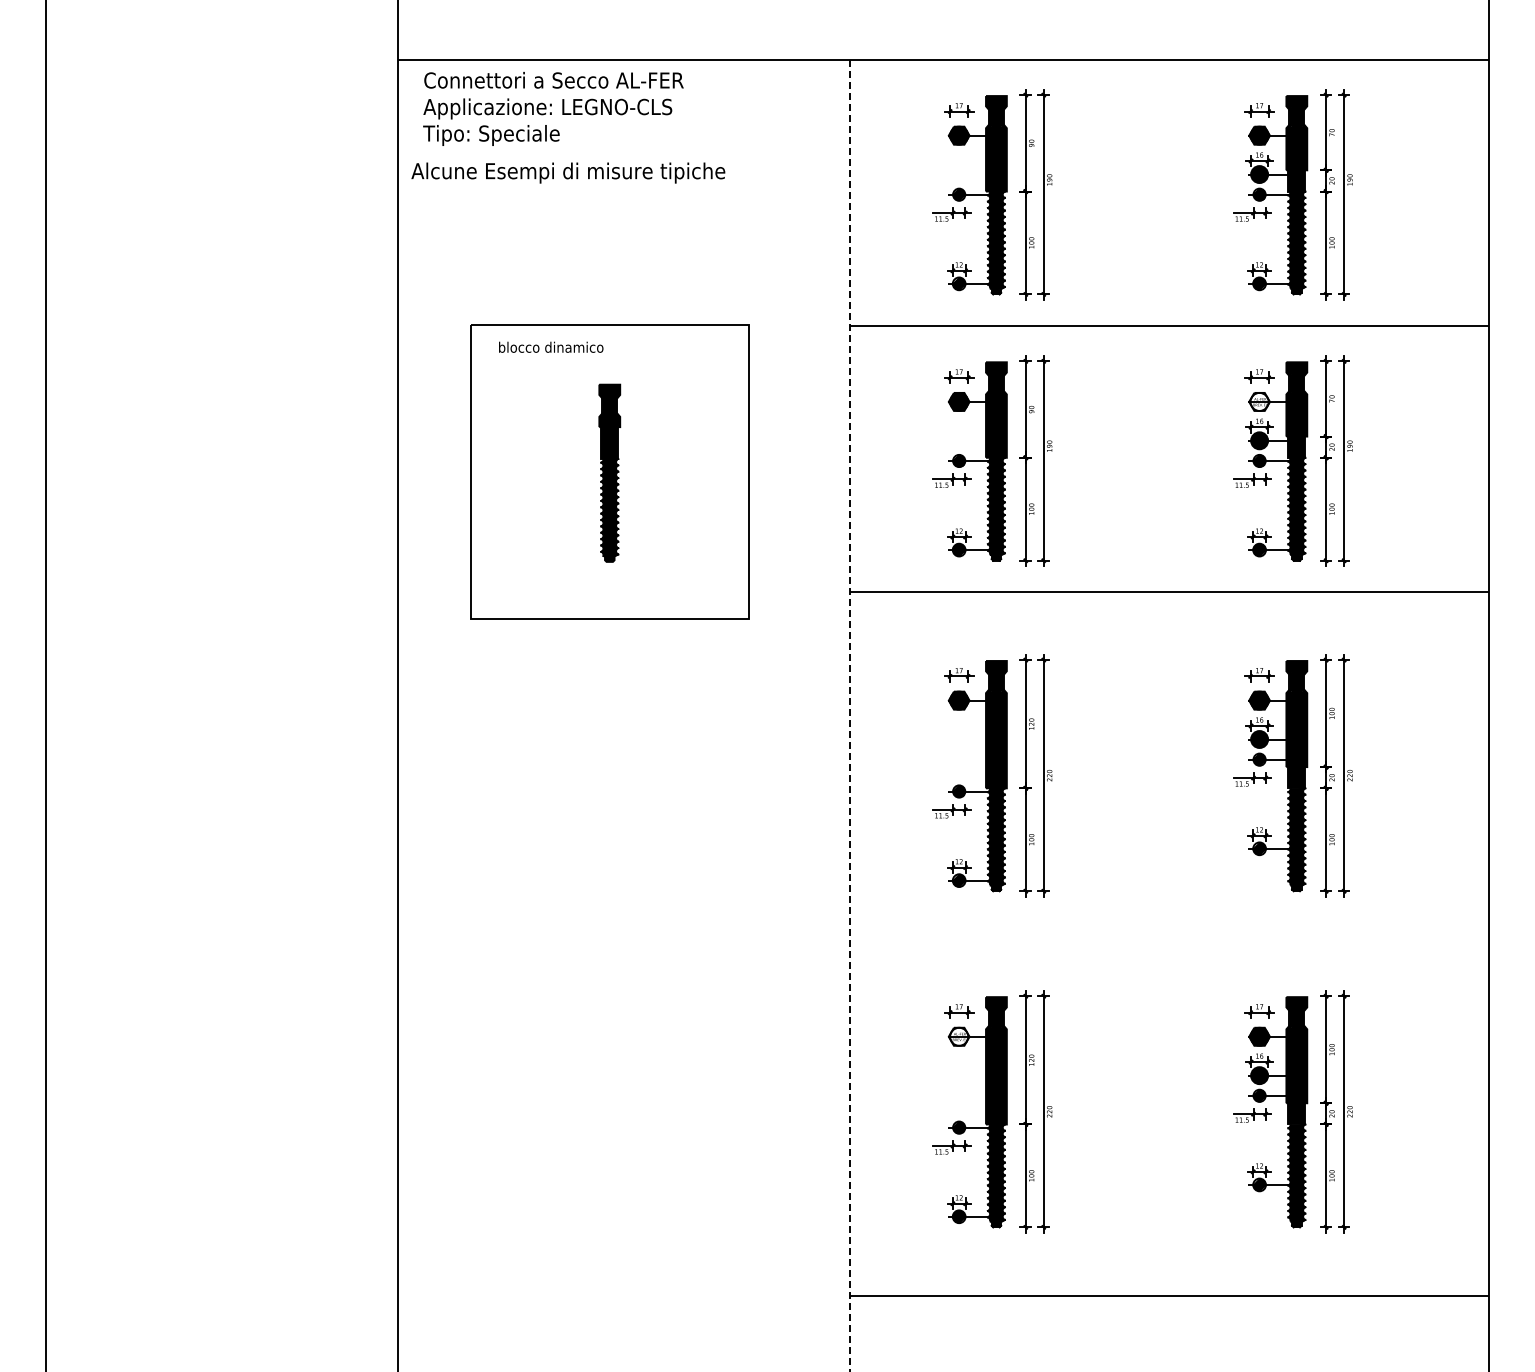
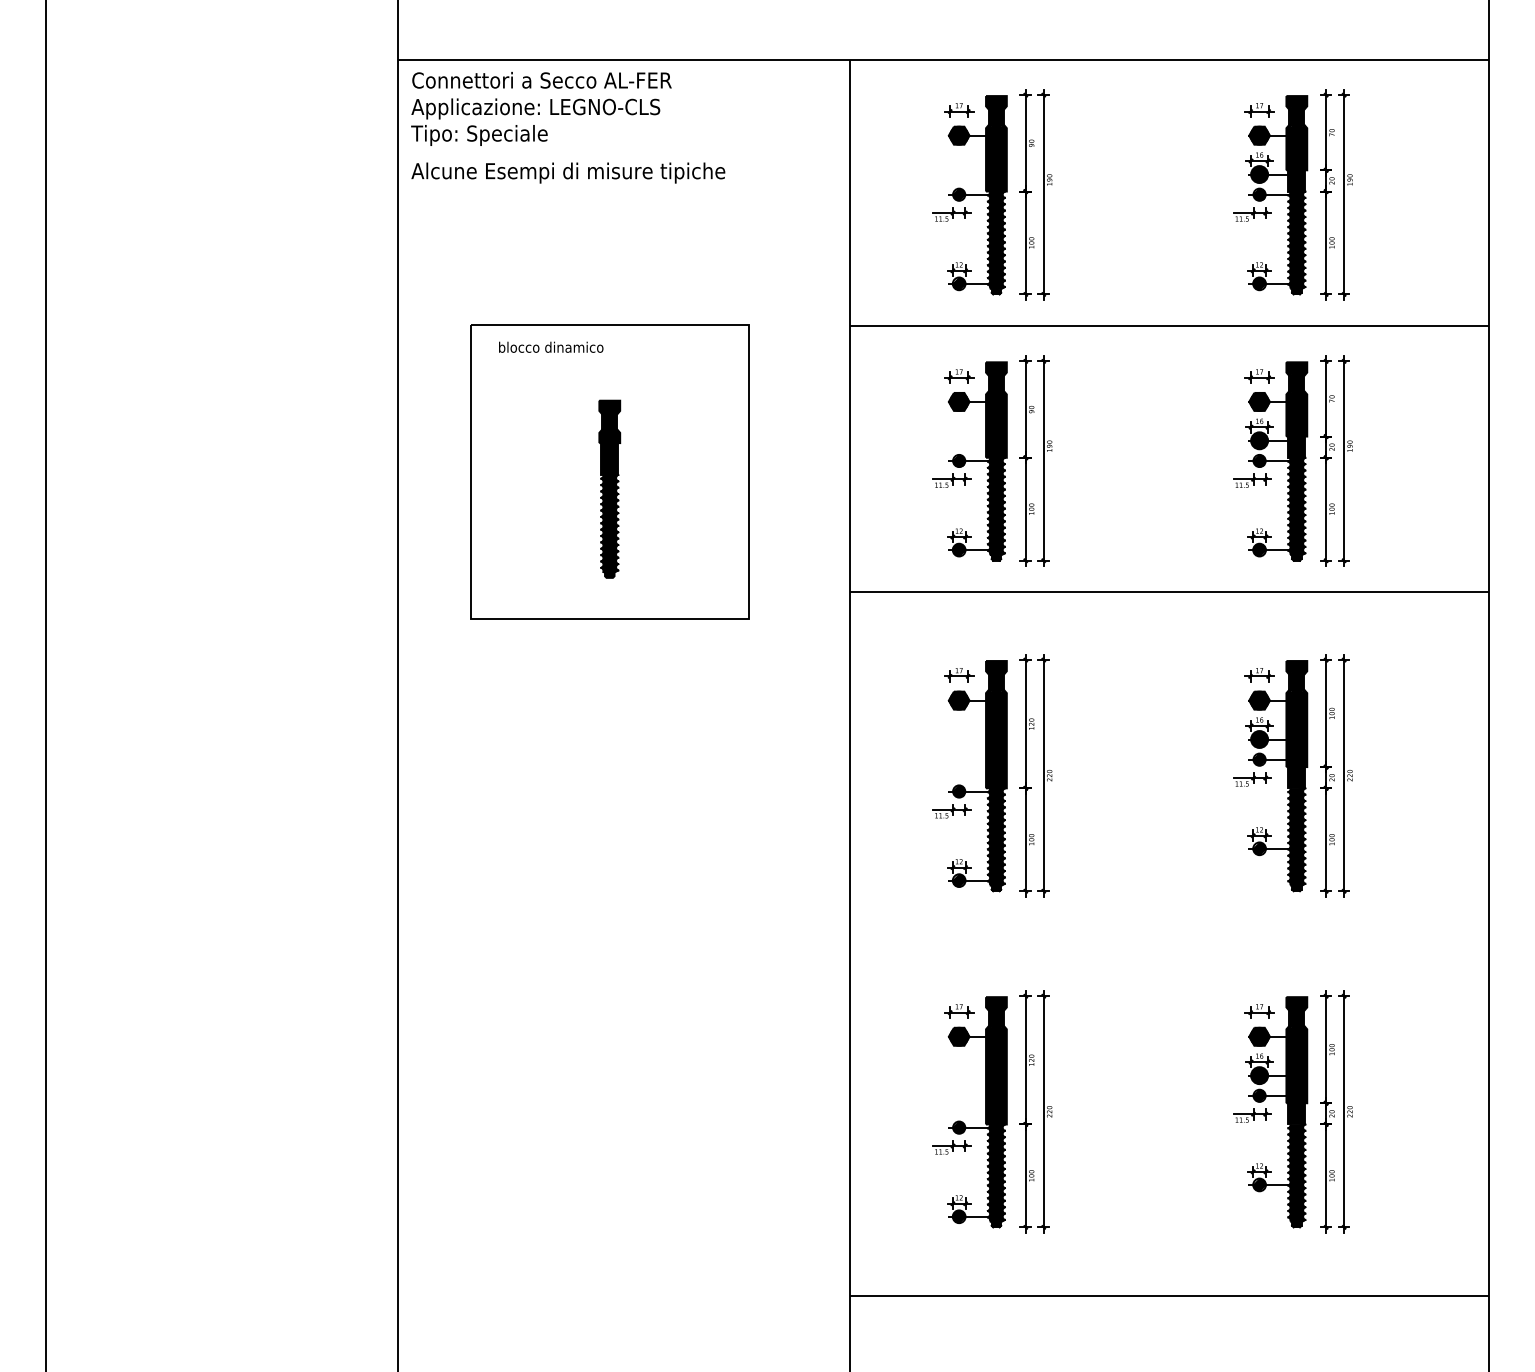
text at (553, 108) position: (553, 108) -> (541, 108)
fill at (1259, 401): none -> present
part at (609, 472) position: (609, 472) -> (609, 488)
line at (850, 715): dashed -> solid
fill at (958, 1036): none -> present
